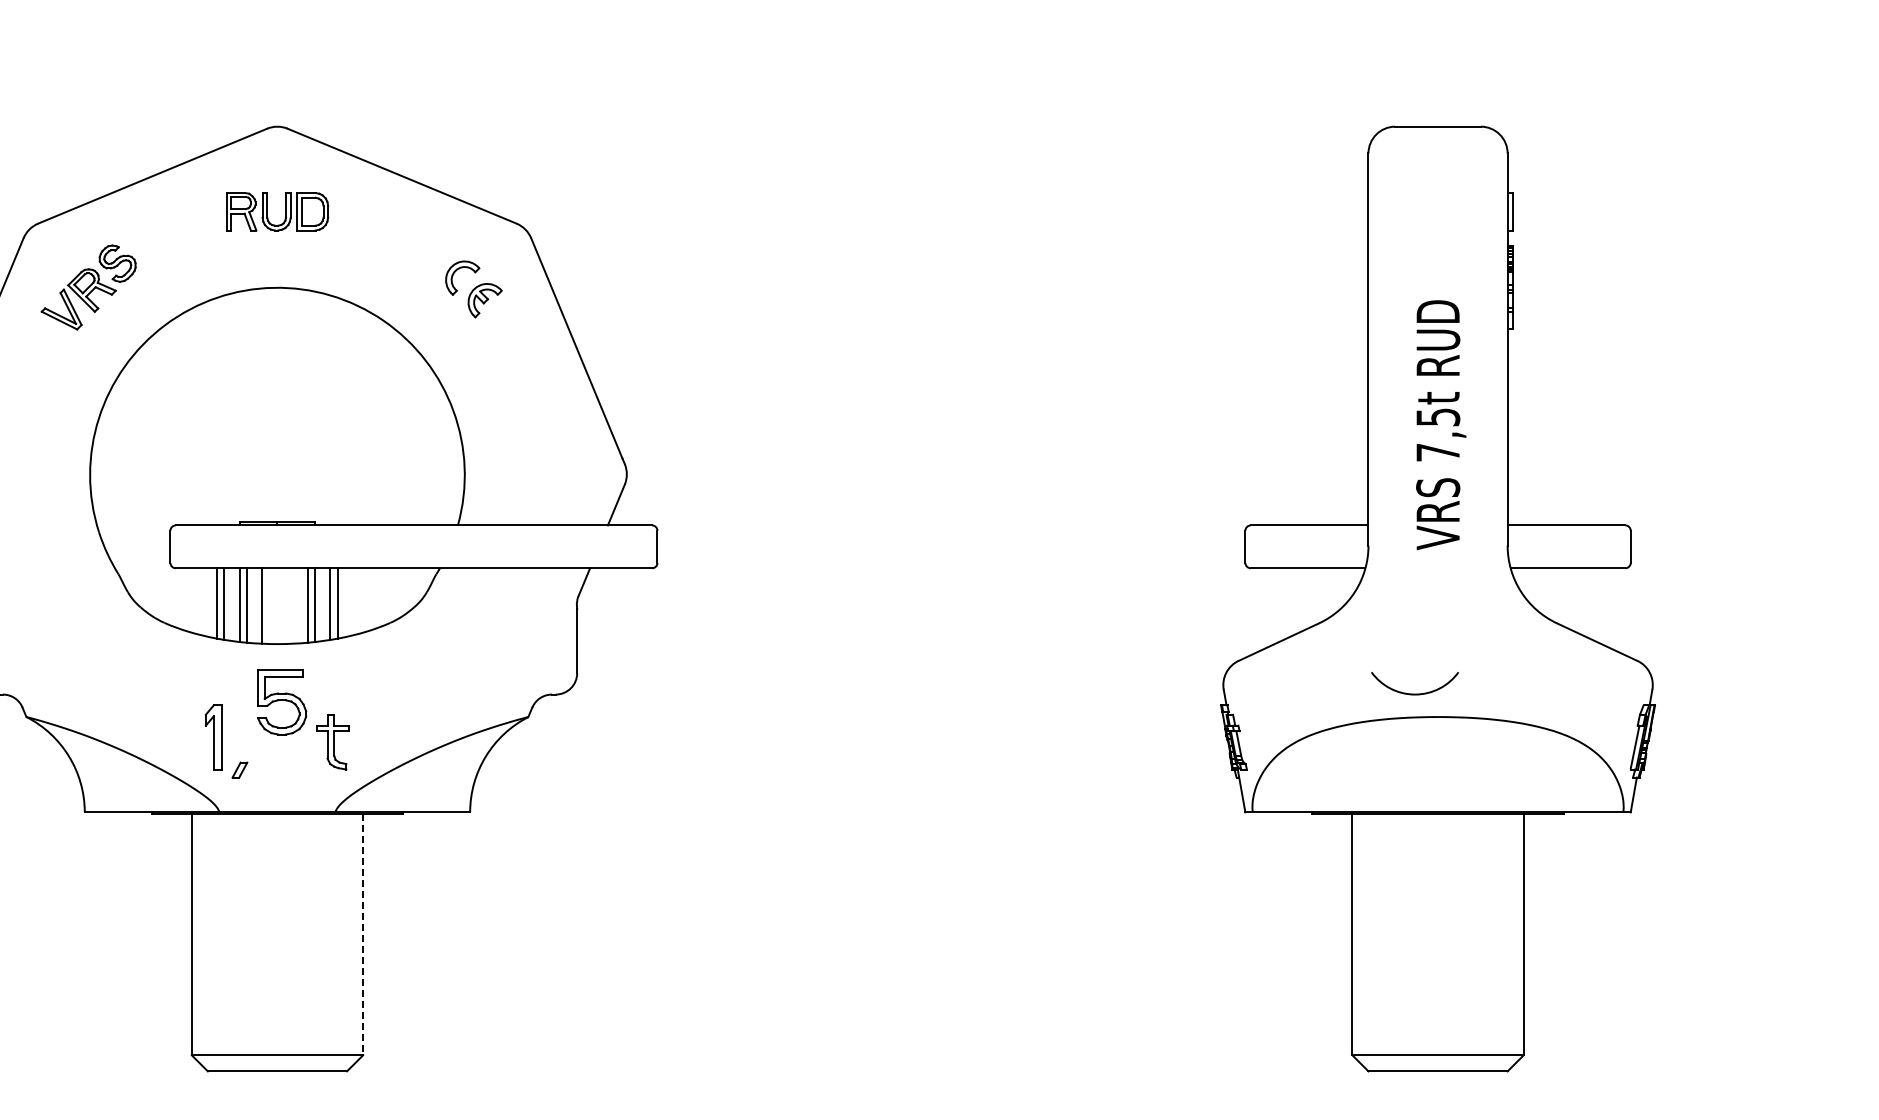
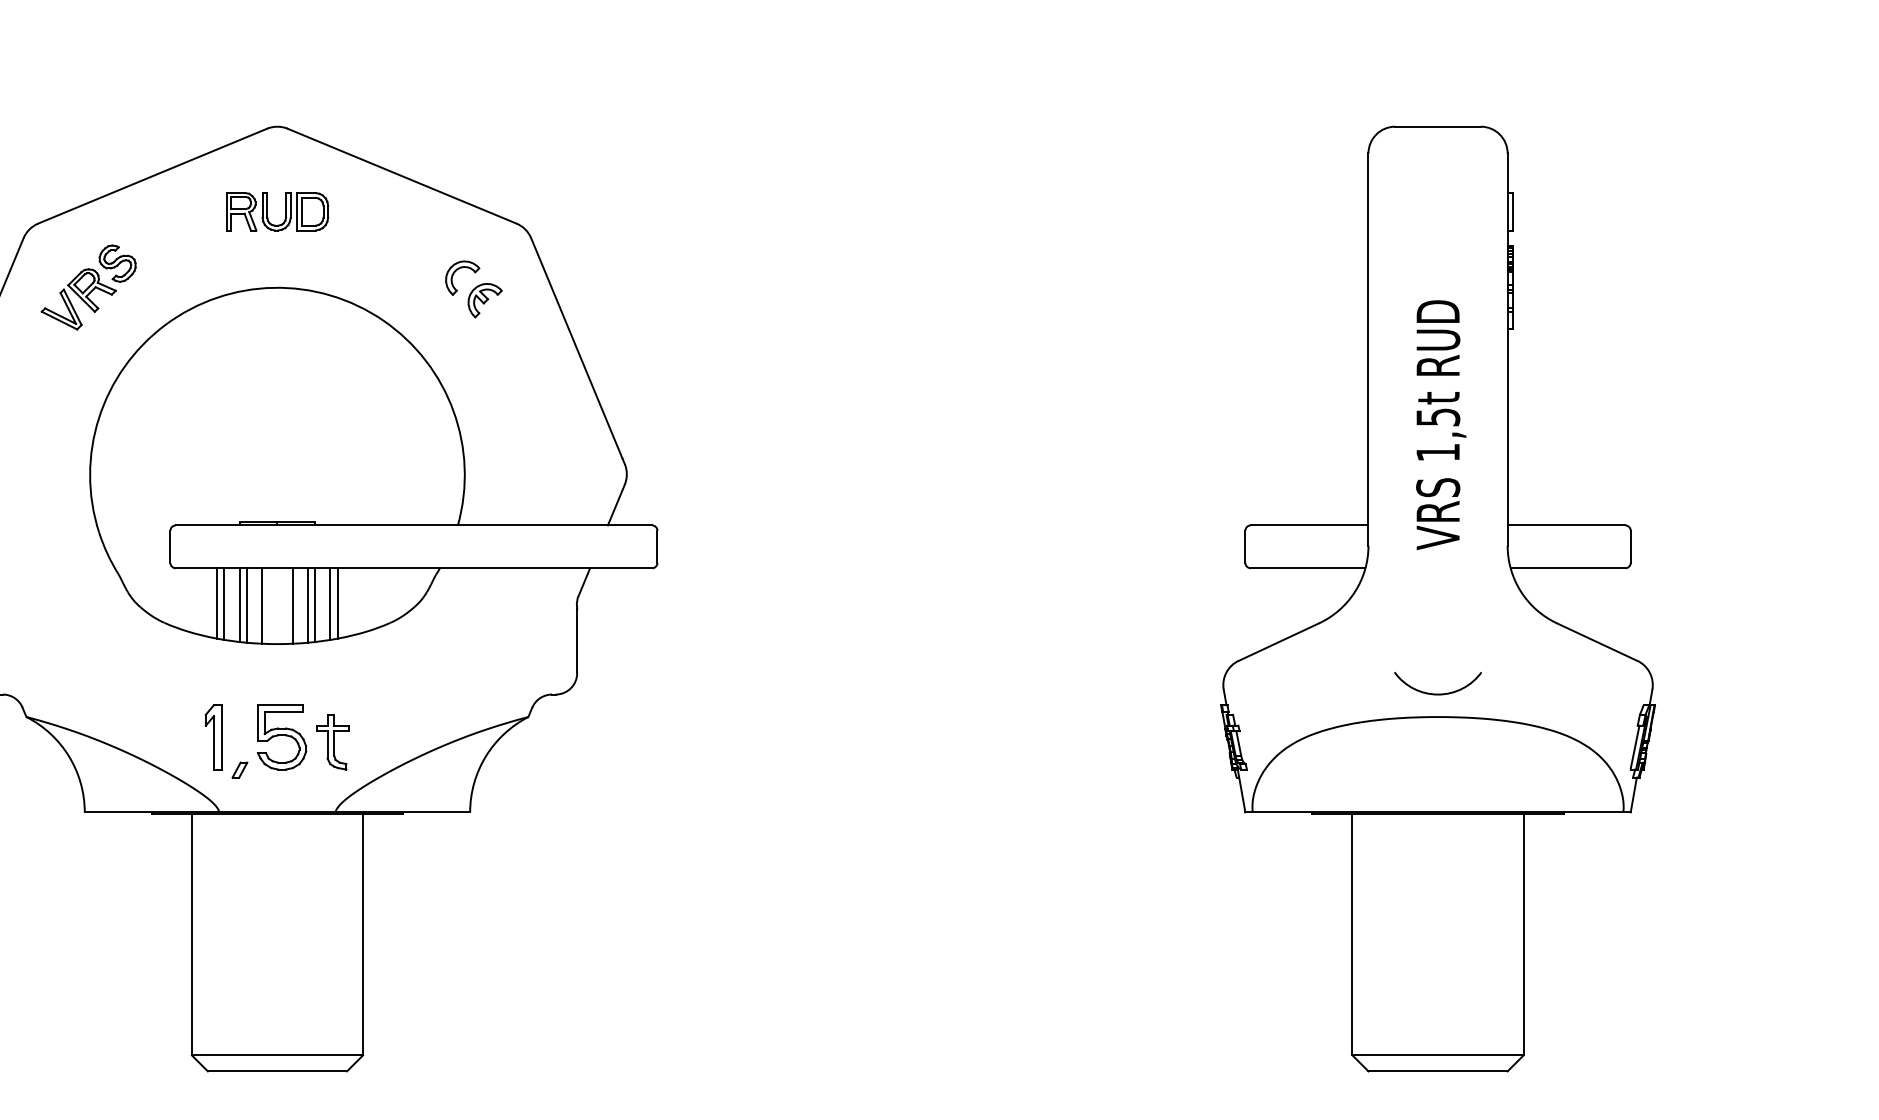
text at (1437, 452): 7,5t -> 1,5t
line at (292, 605): none -> present
arc at (1414, 693) position: (1414, 693) -> (1437, 693)
part at (282, 702) position: (282, 702) -> (282, 737)
line at (363, 935): dashed -> solid
